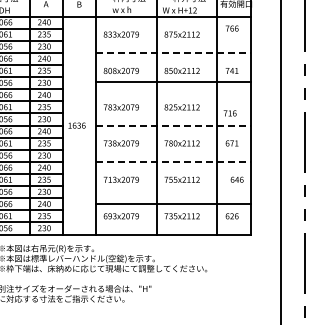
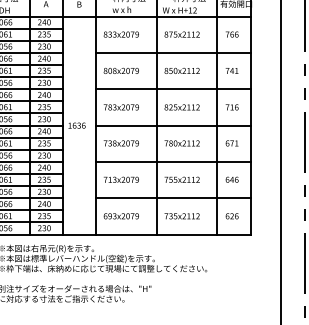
text at (232, 28) position: (232, 28) -> (232, 34)
line at (173, 52): dashed -> solid
line at (173, 82) position: (173, 82) -> (173, 89)
text at (229, 113) position: (229, 113) -> (231, 107)
line at (173, 125): dashed -> solid
line at (173, 161): dashed -> solid
text at (236, 179) position: (236, 179) -> (231, 179)
line at (173, 204) position: (173, 204) -> (173, 198)
